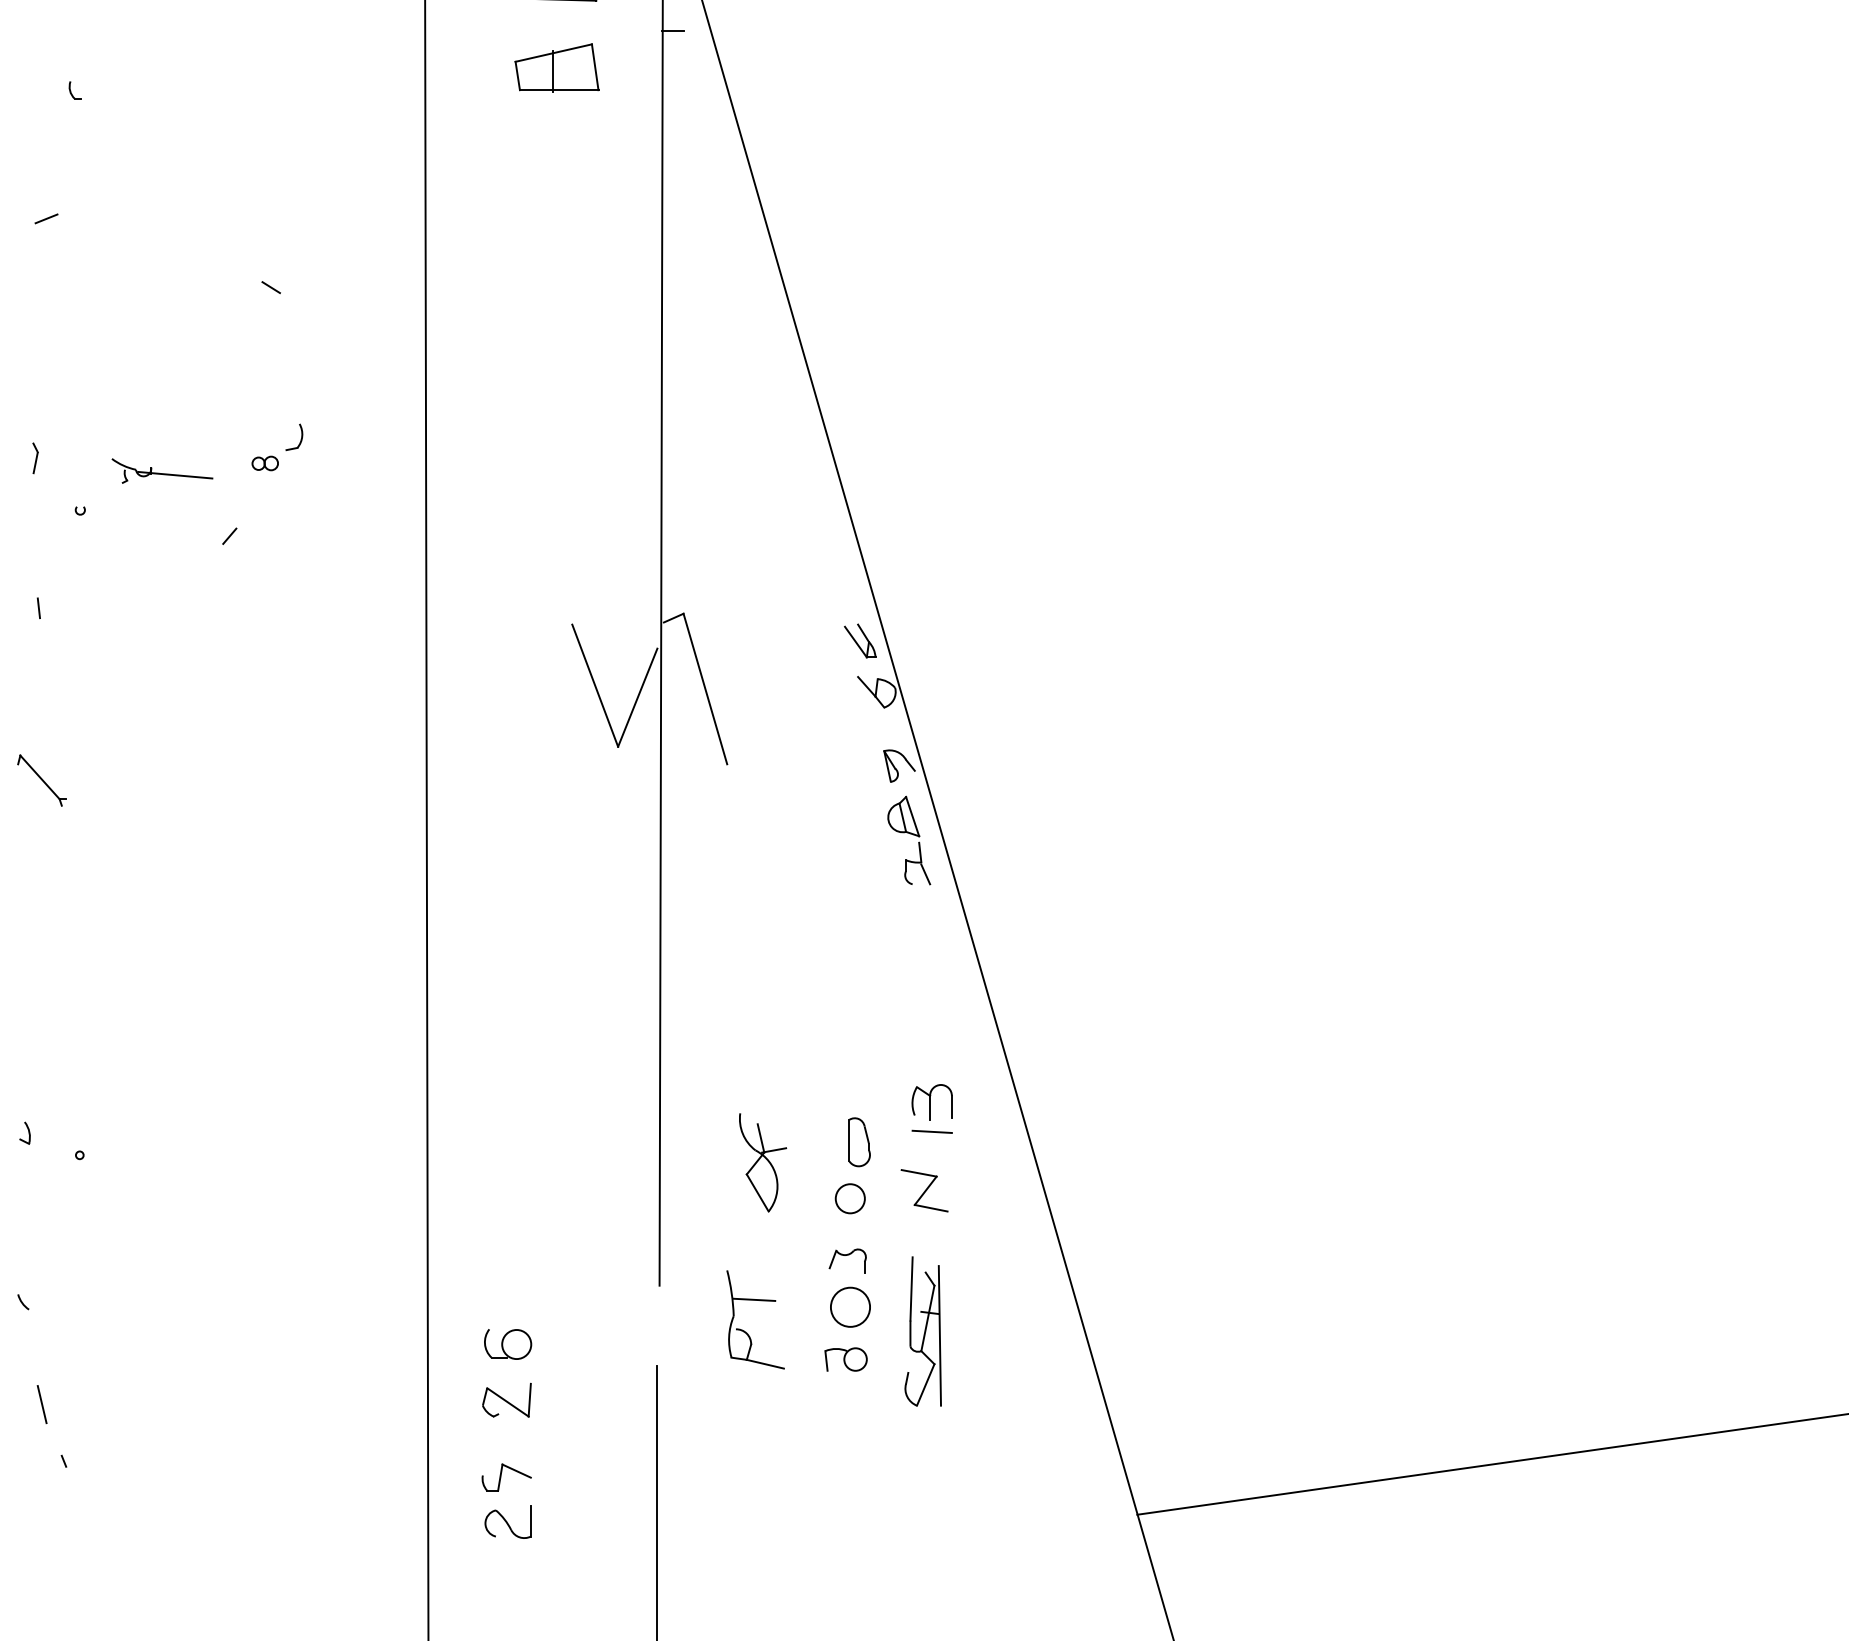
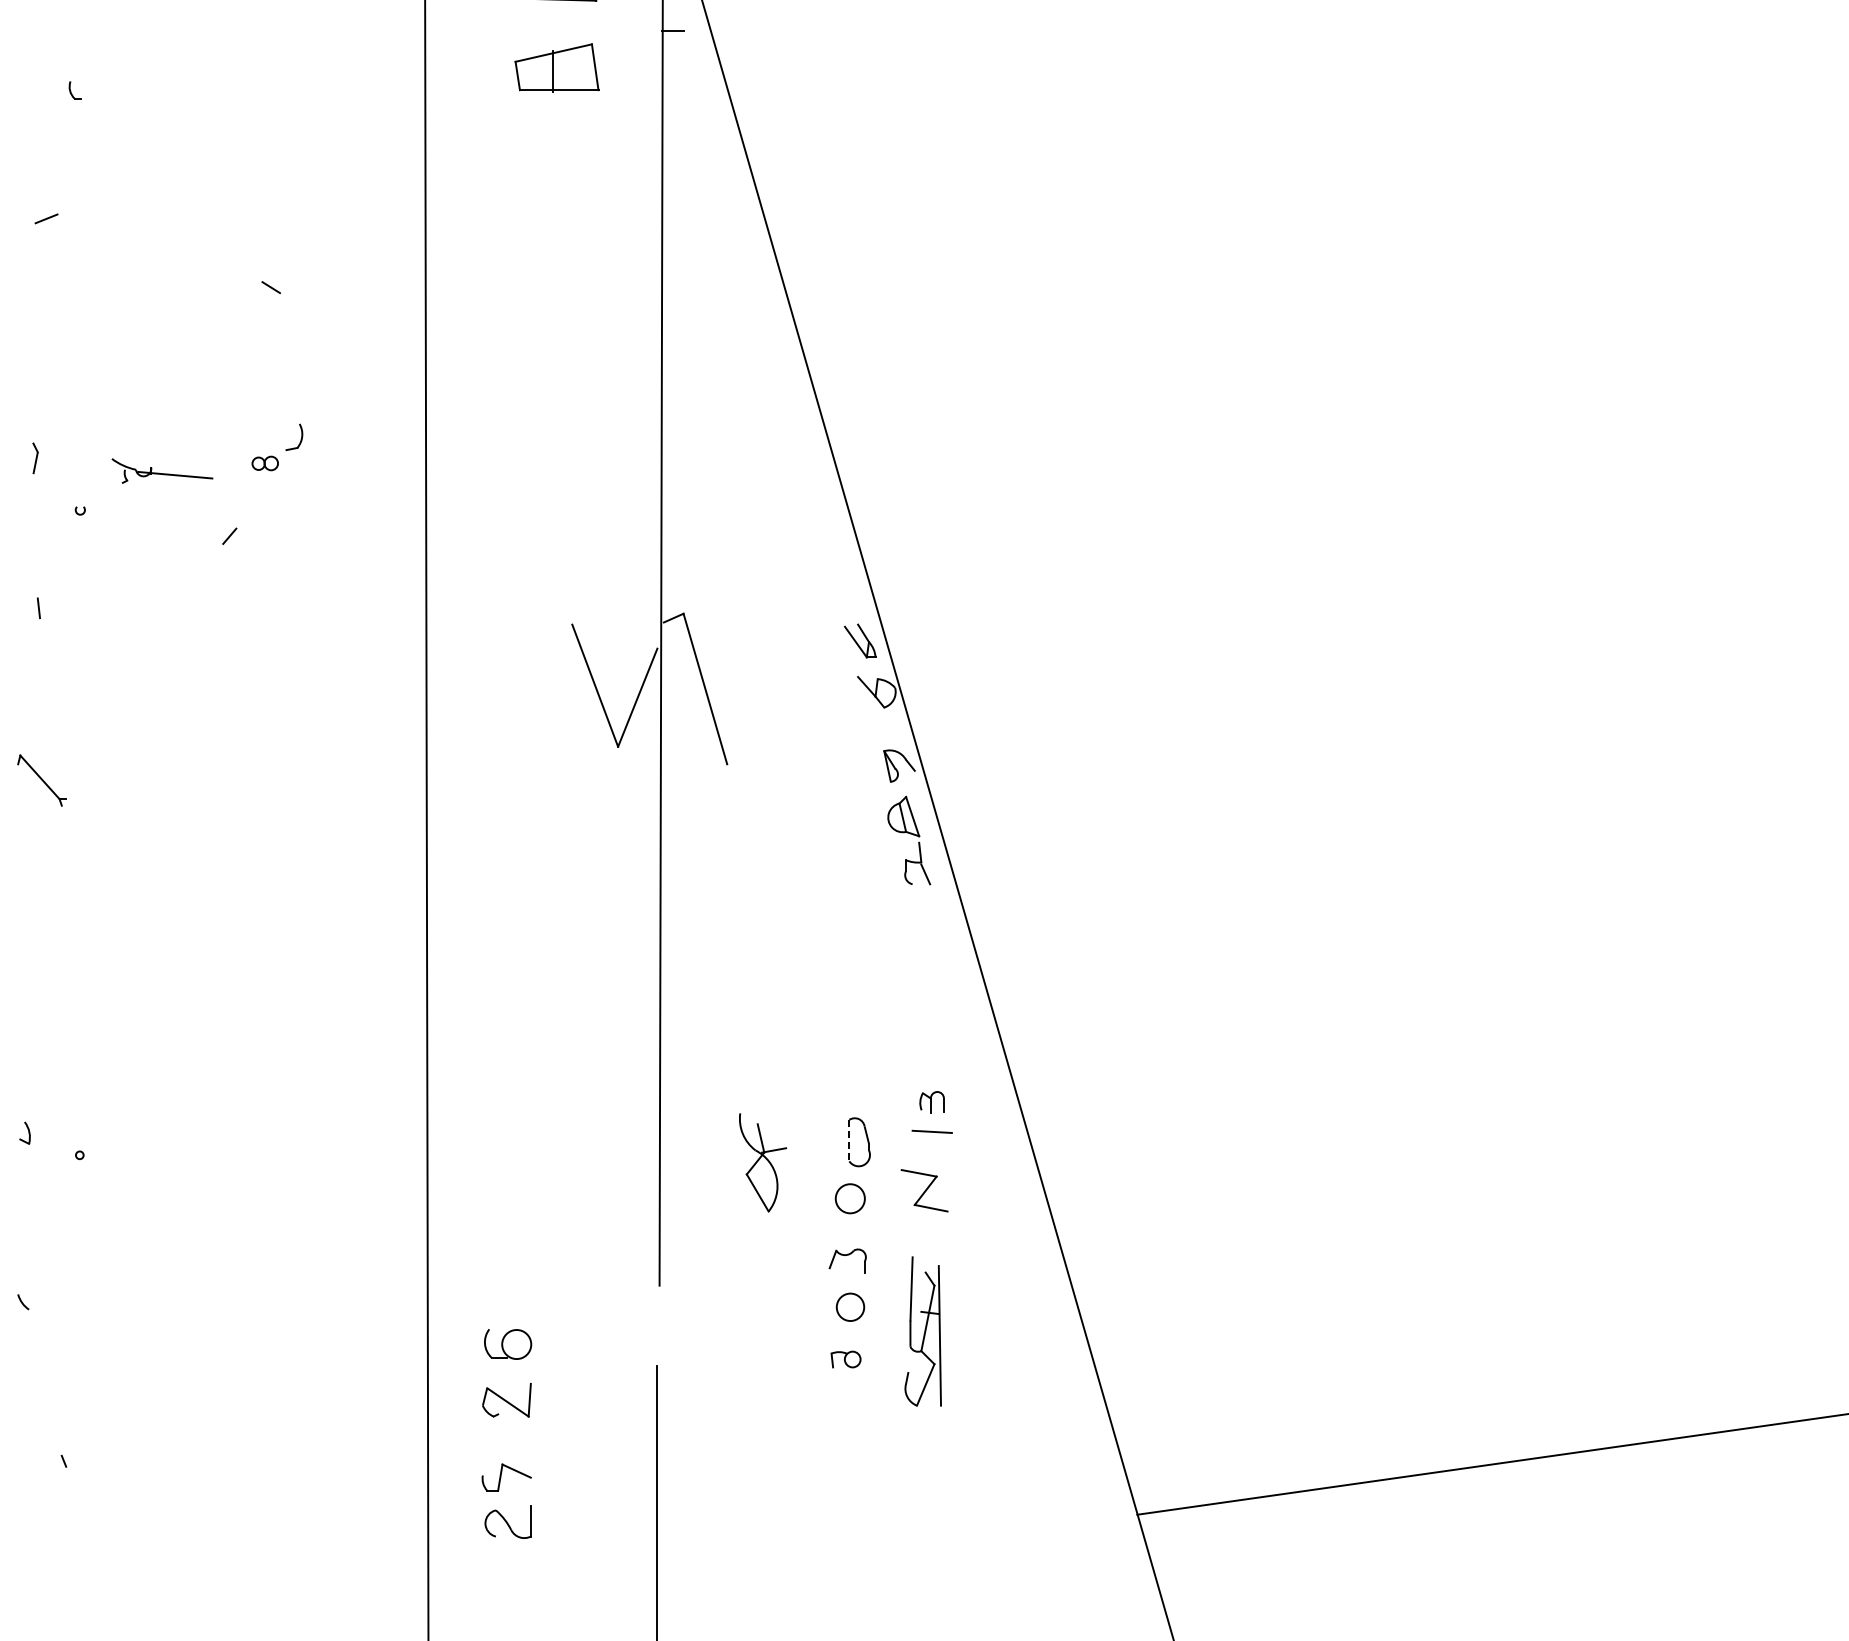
part at (931, 1102) size: 42x37 px -> 26x23 px
line at (849, 1140): solid -> dashed
circle at (850, 1306) diameter: 39 px -> 27 px
part at (747, 1332): present -> none
part at (845, 1359) size: 44x25 px -> 32x19 px
line at (41, 1404): present -> none
